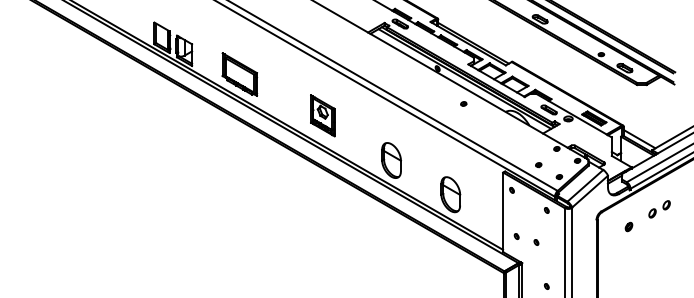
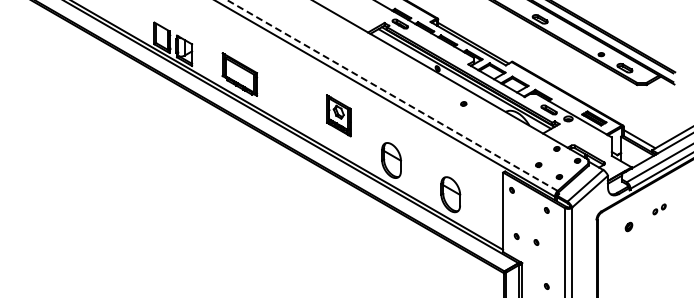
line at (392, 95): solid -> dashed
part at (322, 115) position: (322, 115) -> (338, 115)
part at (659, 209) size: 23x19 px -> 15x13 px
